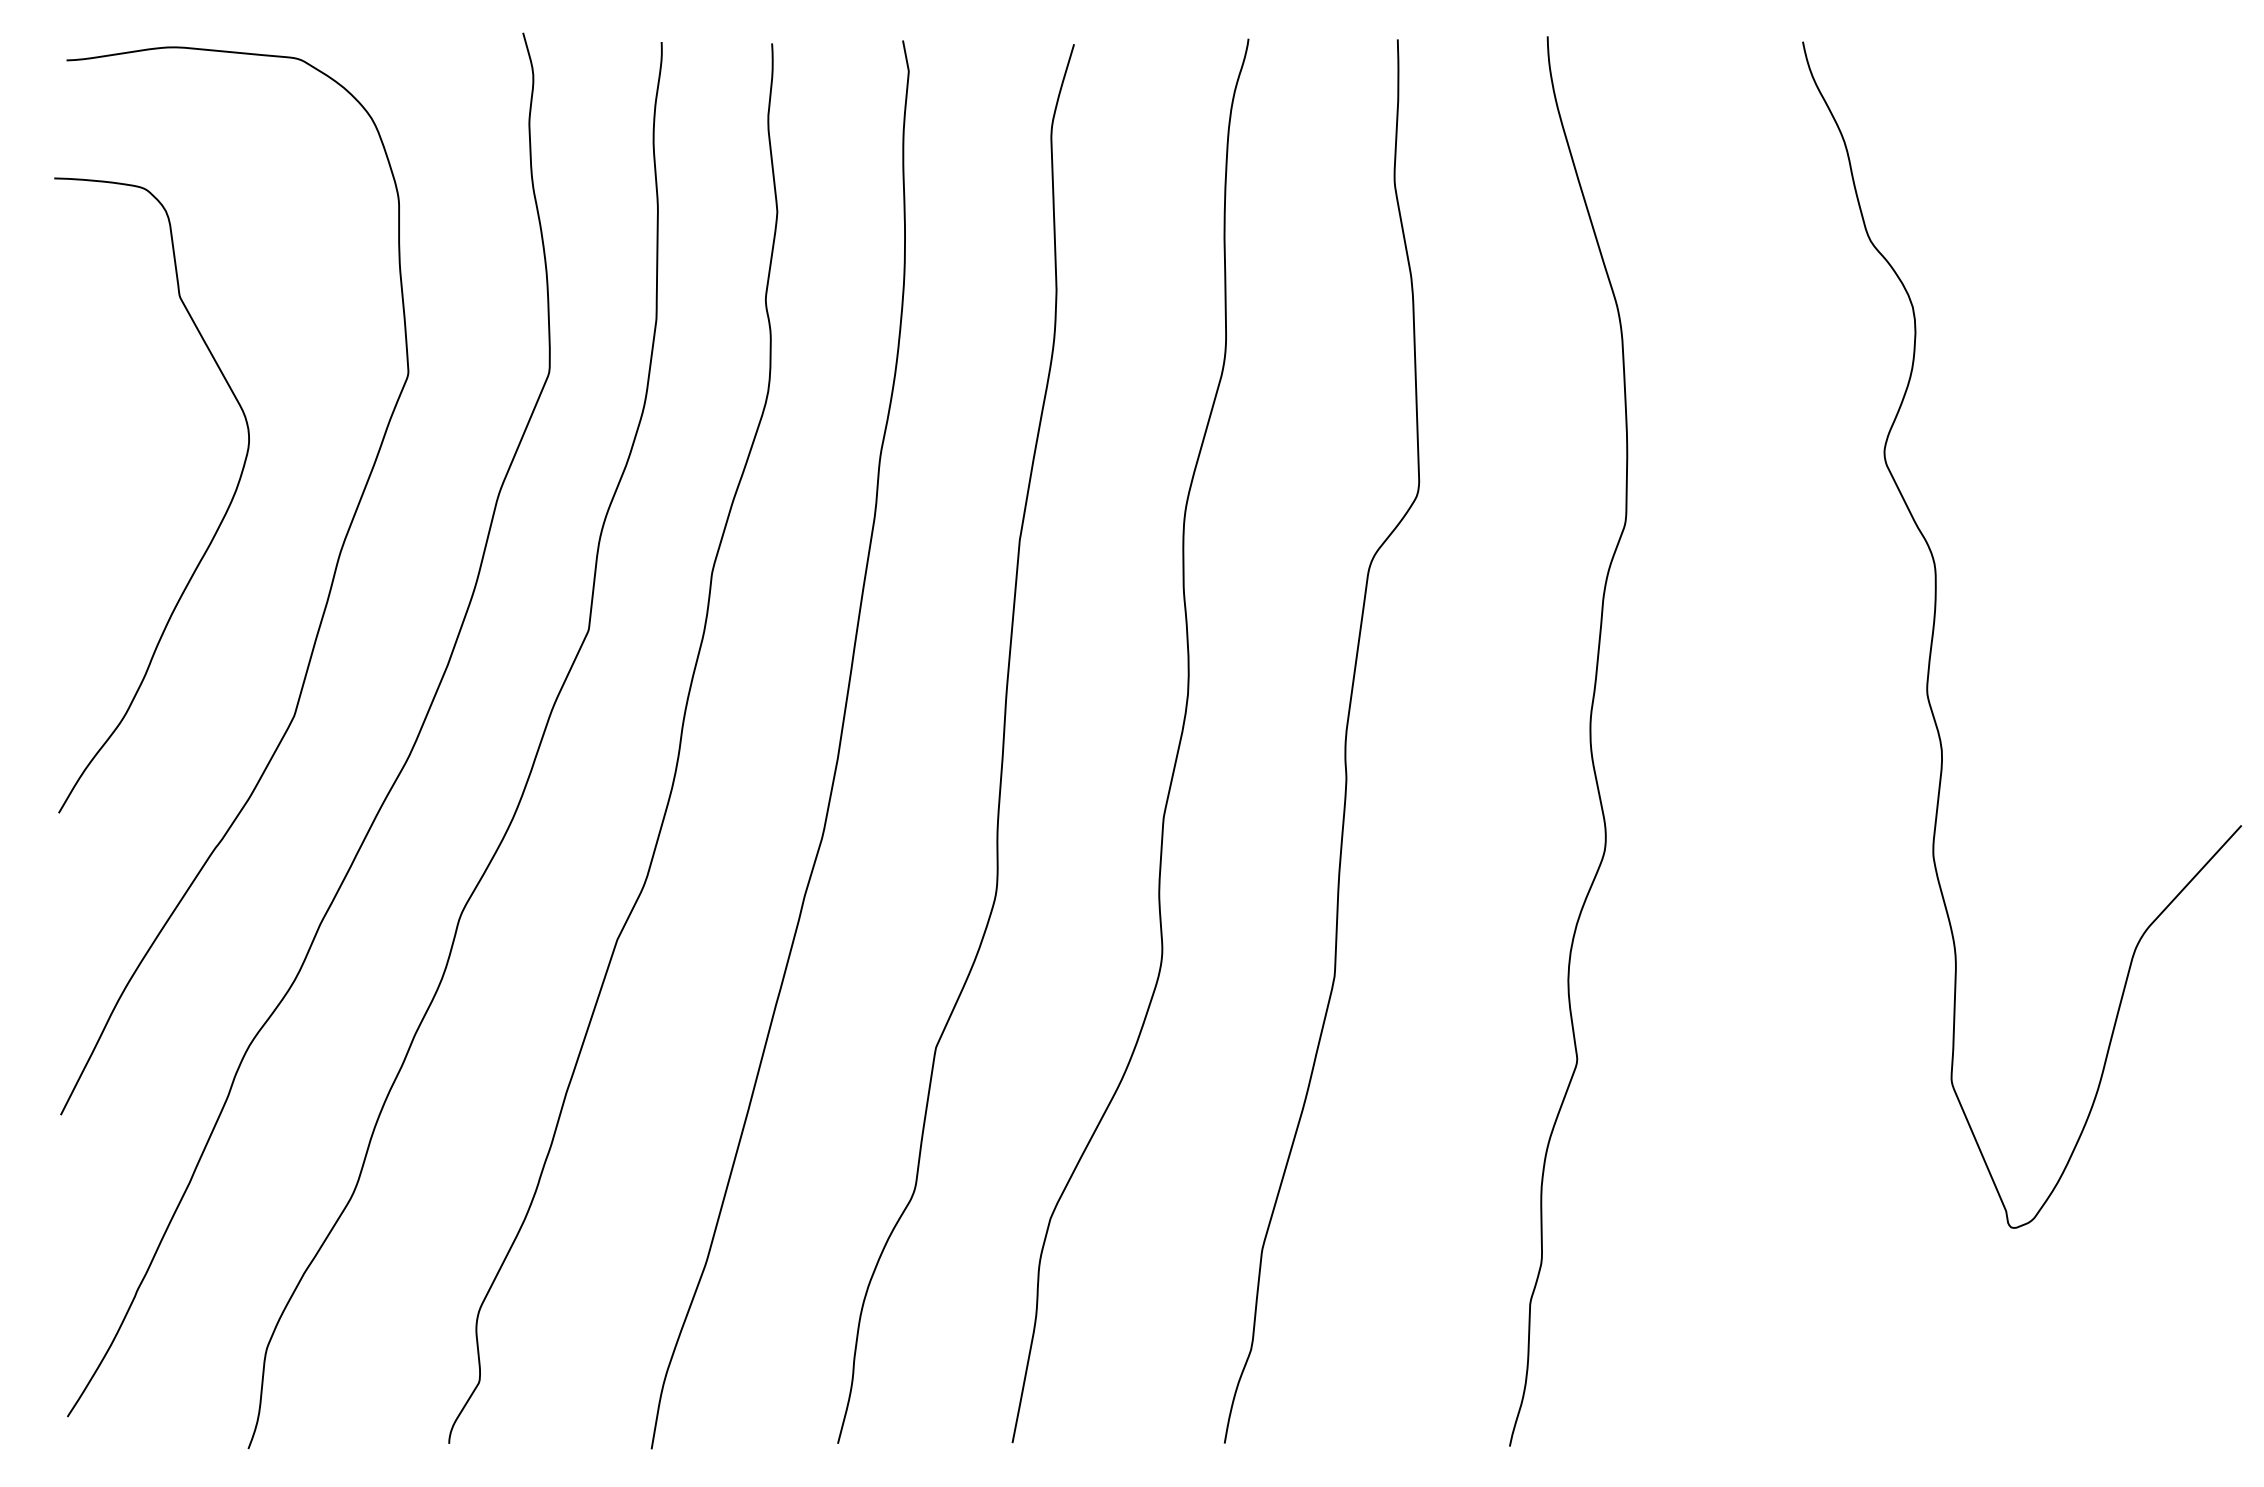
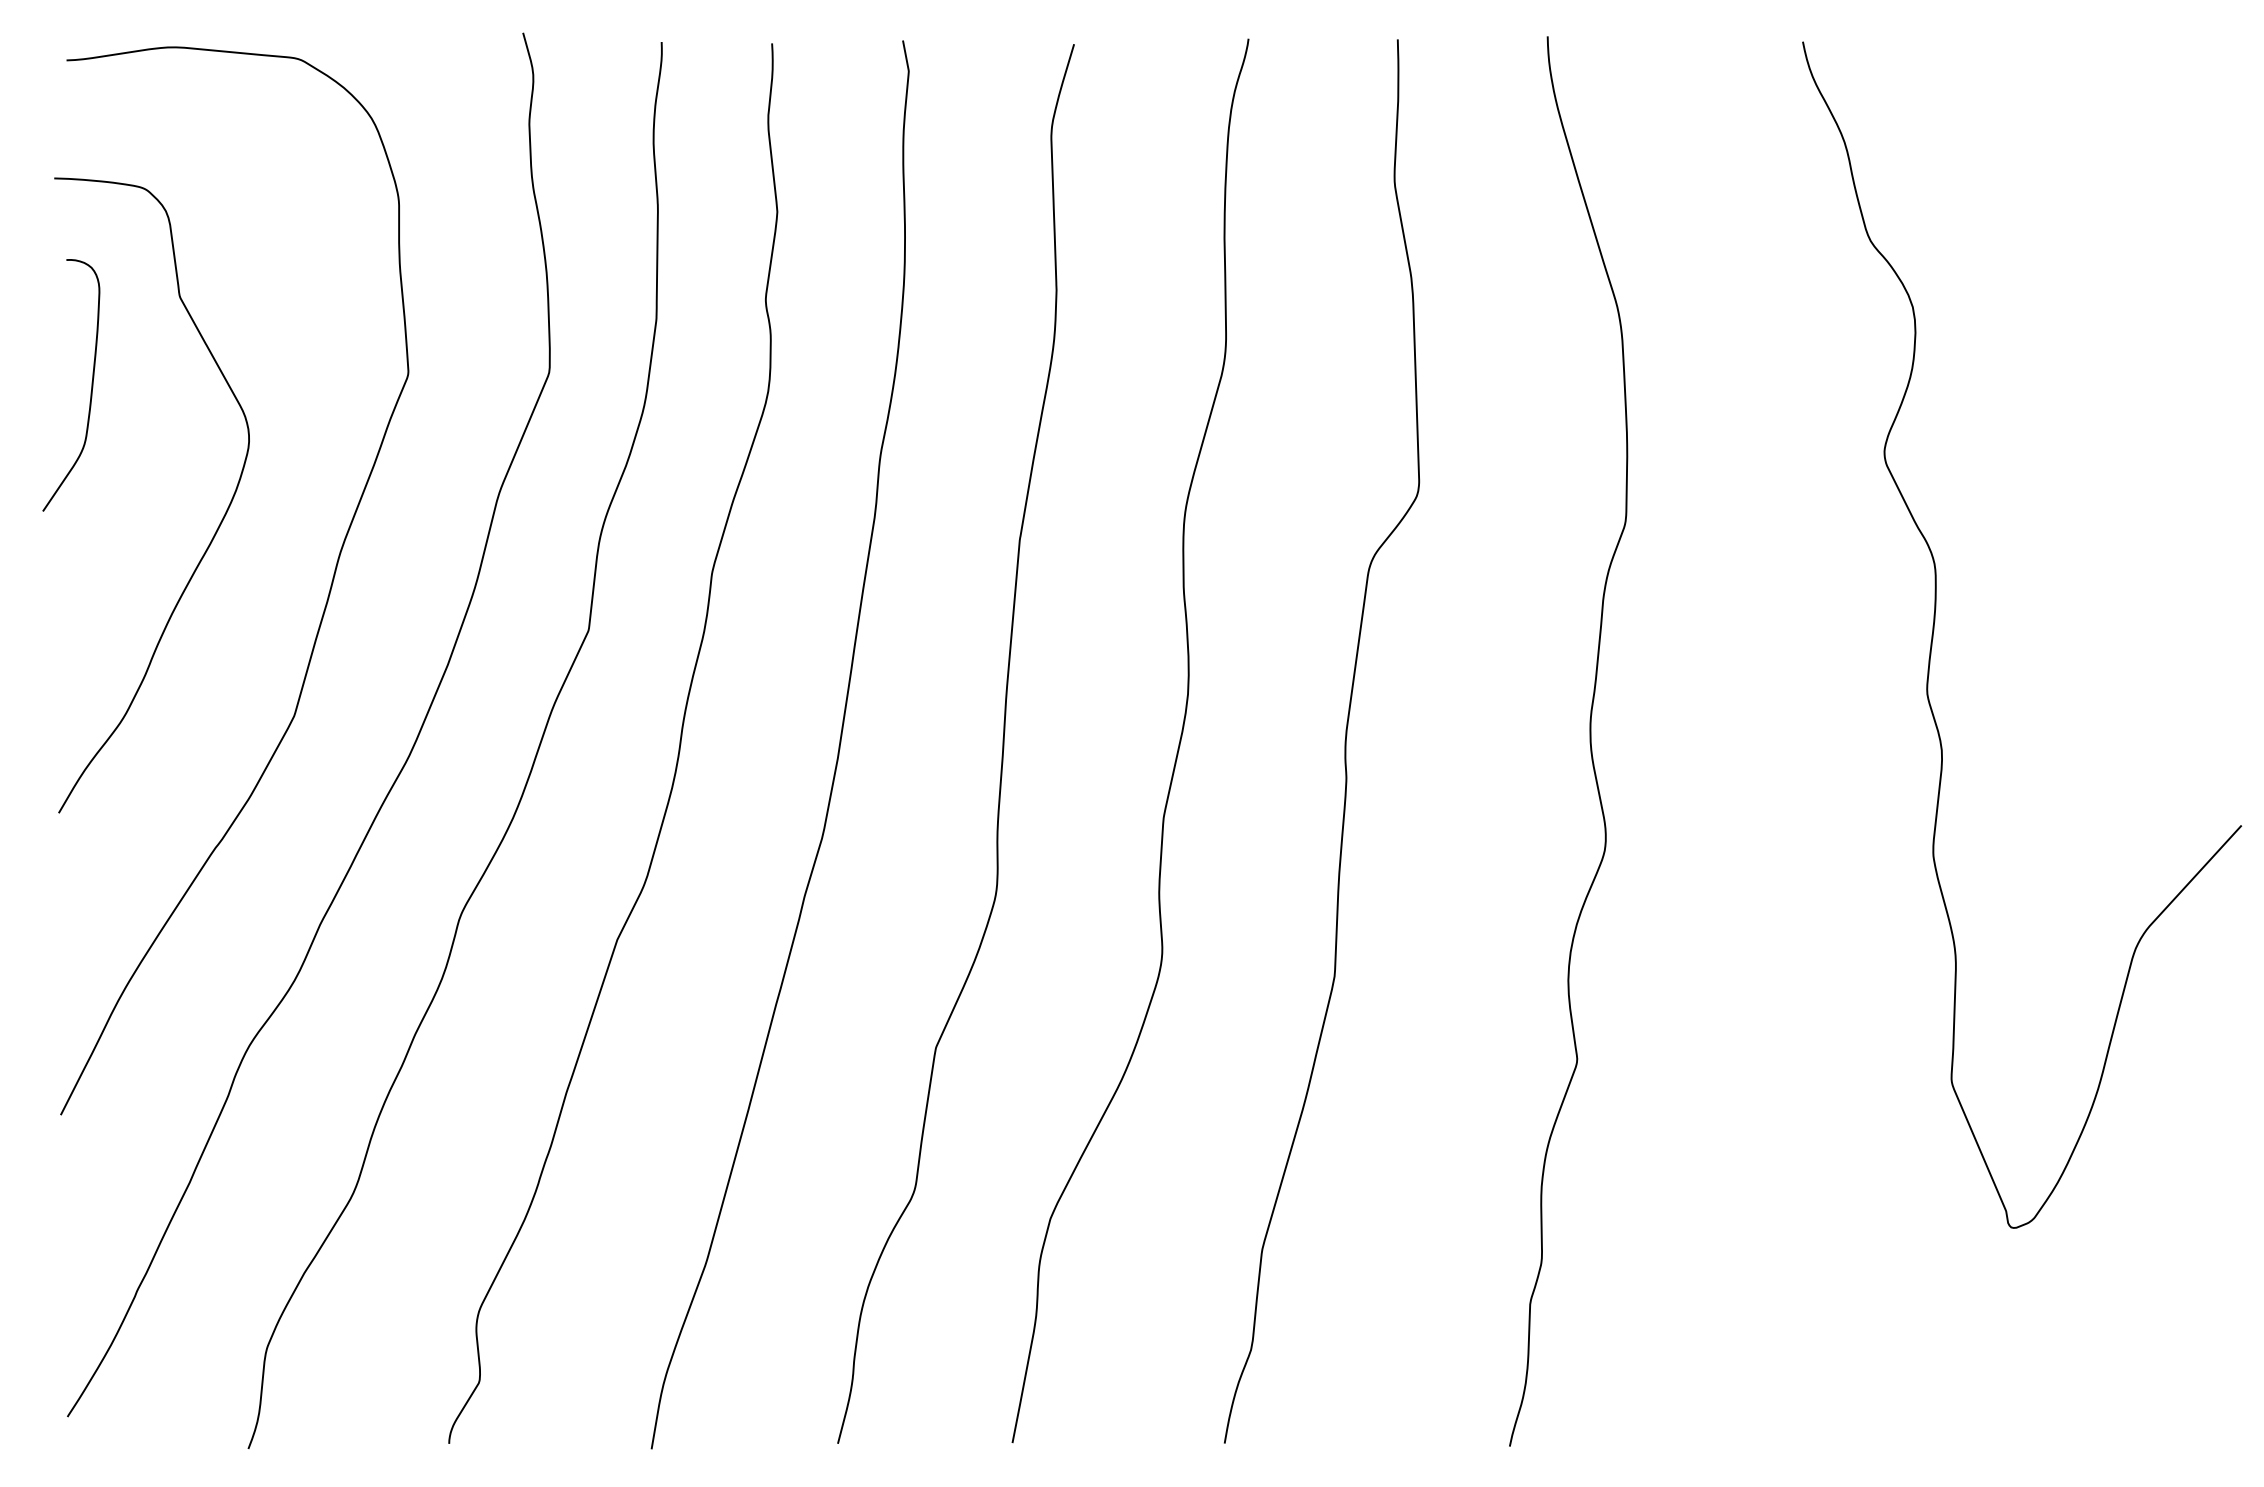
curve at (91, 385): none -> present
